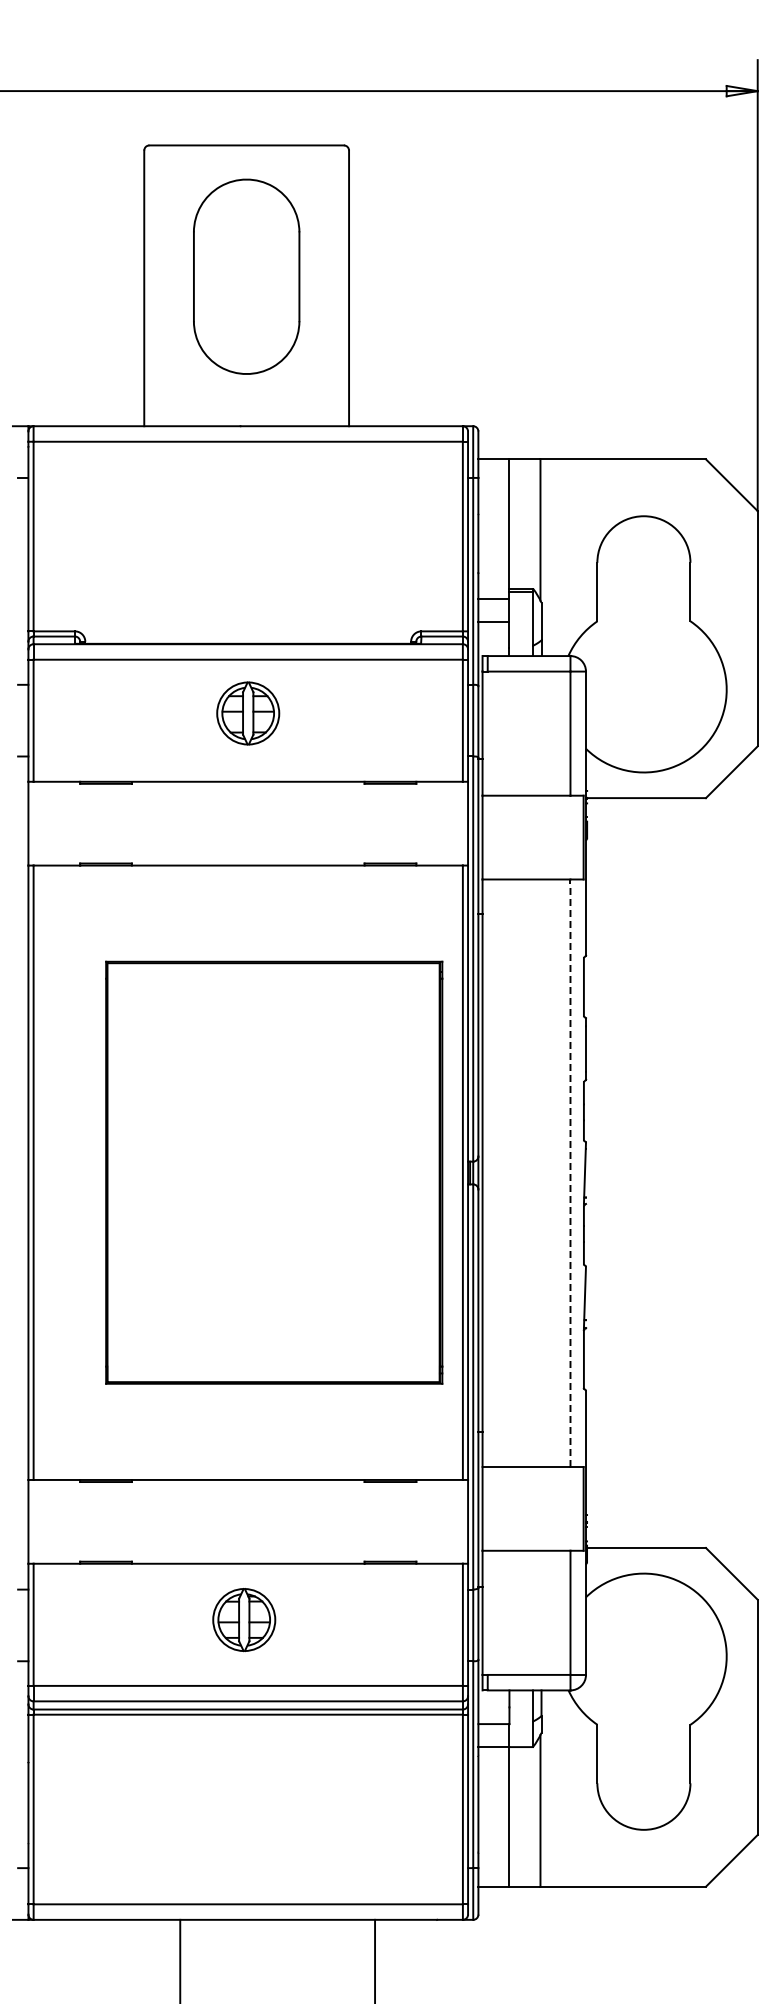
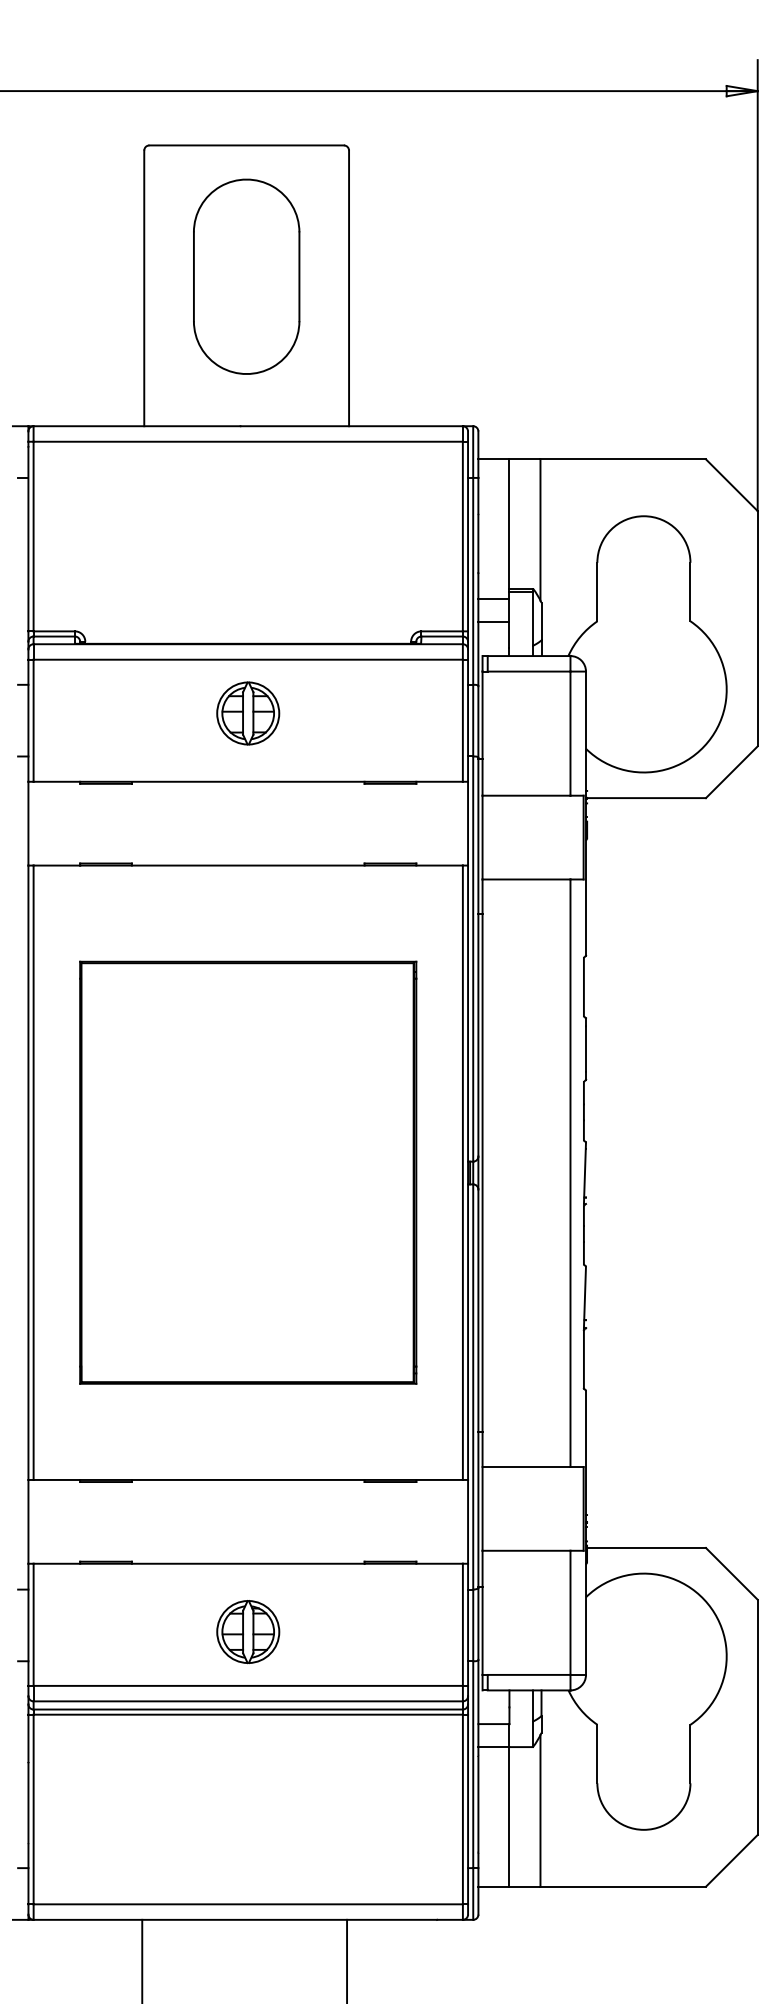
part at (274, 1172) position: (274, 1172) -> (248, 1172)
line at (570, 1173): dashed -> solid
part at (244, 1620) position: (244, 1620) -> (248, 1632)
line at (180, 1959) position: (180, 1959) -> (142, 1959)
line at (375, 1959) position: (375, 1959) -> (347, 1959)
